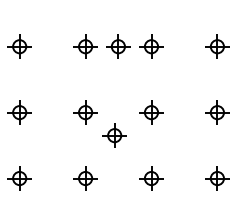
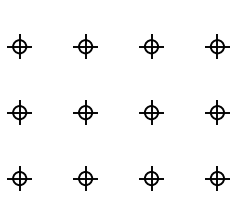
part at (118, 46): present -> none
part at (114, 135): present -> none
